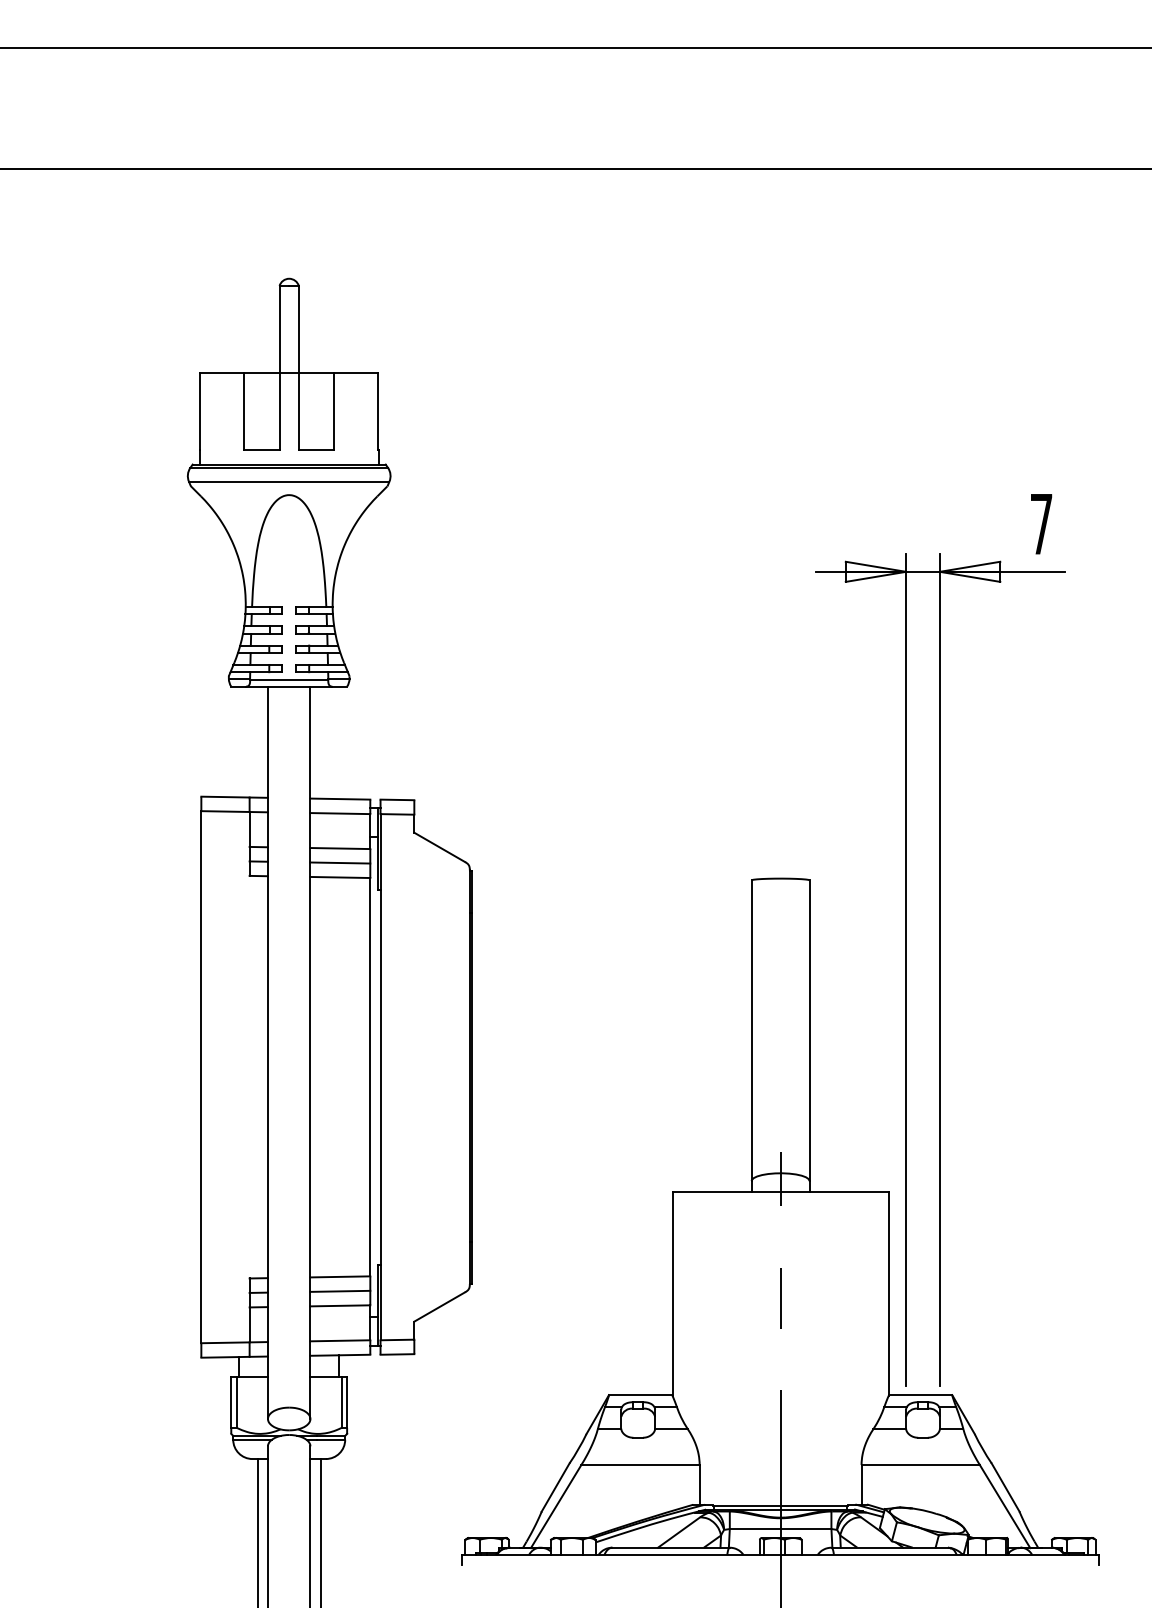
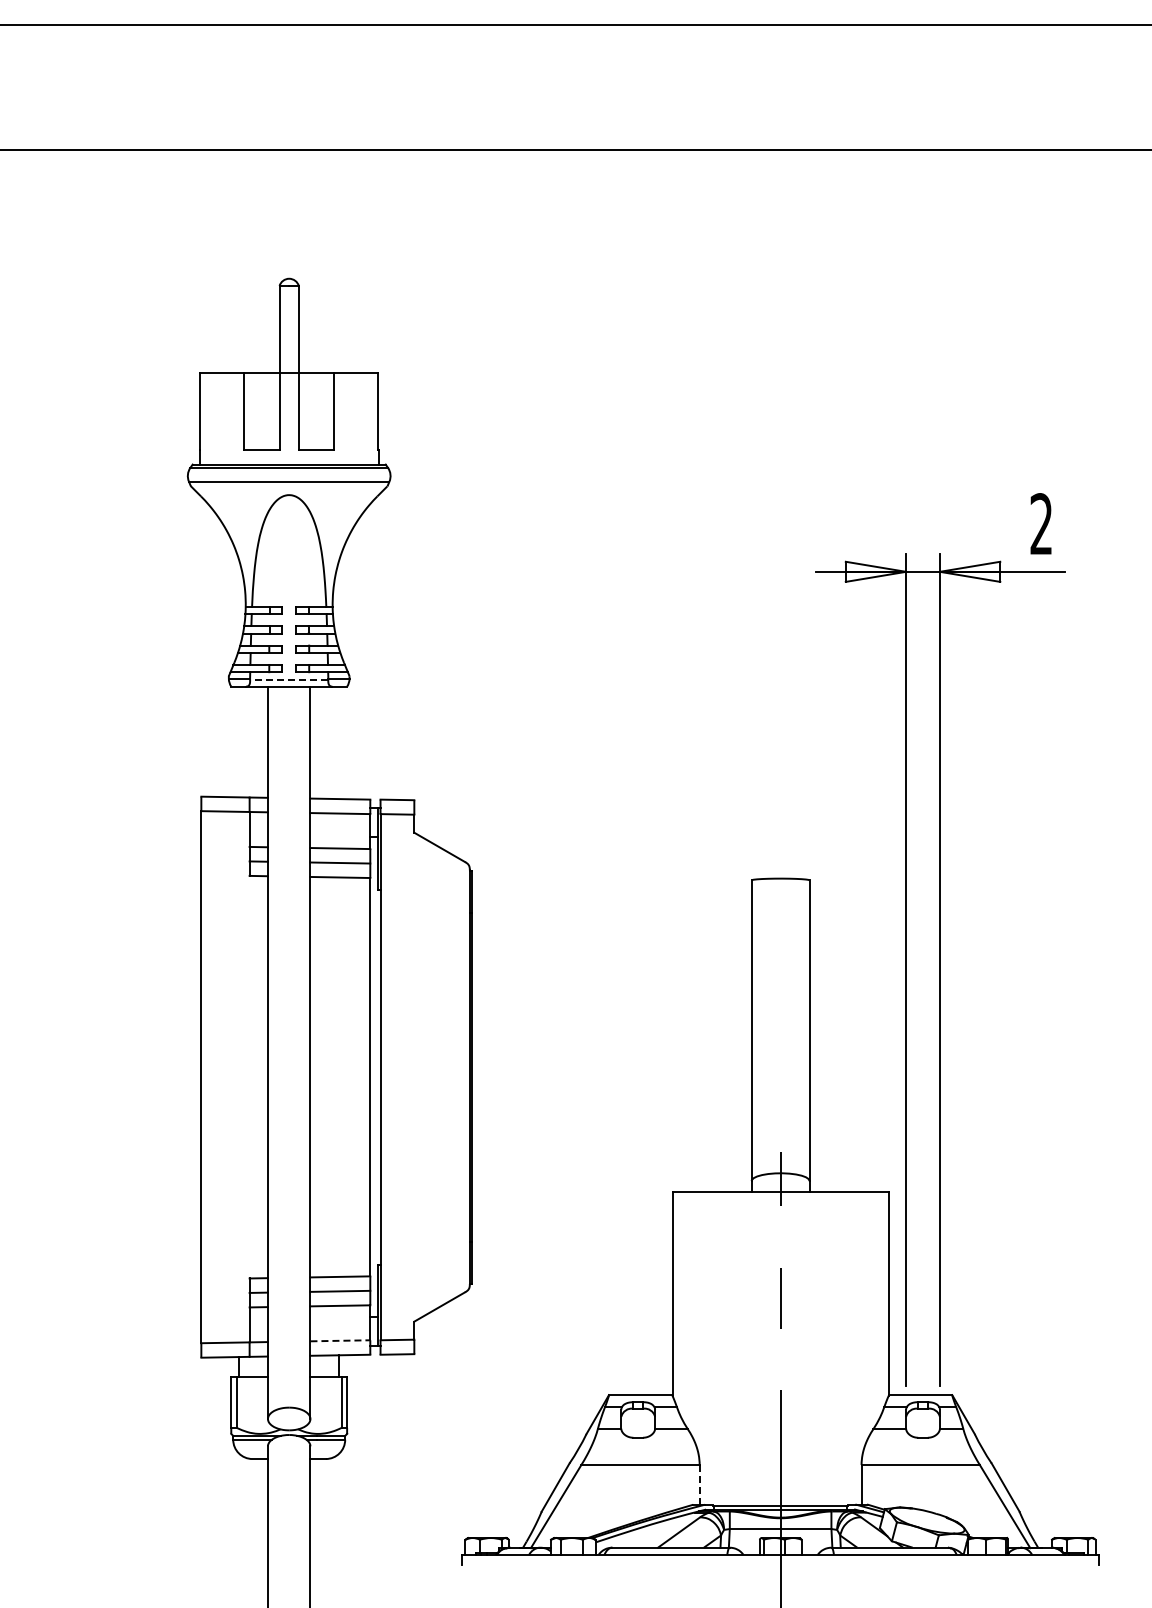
line at (575, 48) position: (575, 48) -> (575, 25)
line at (575, 168) position: (575, 168) -> (575, 149)
text at (1041, 523): 7 -> 2
line at (288, 679): solid -> dashed
line at (340, 1340): solid -> dashed
line at (699, 1484): solid -> dashed
line at (257, 1531): present -> none
line at (320, 1531): present -> none
